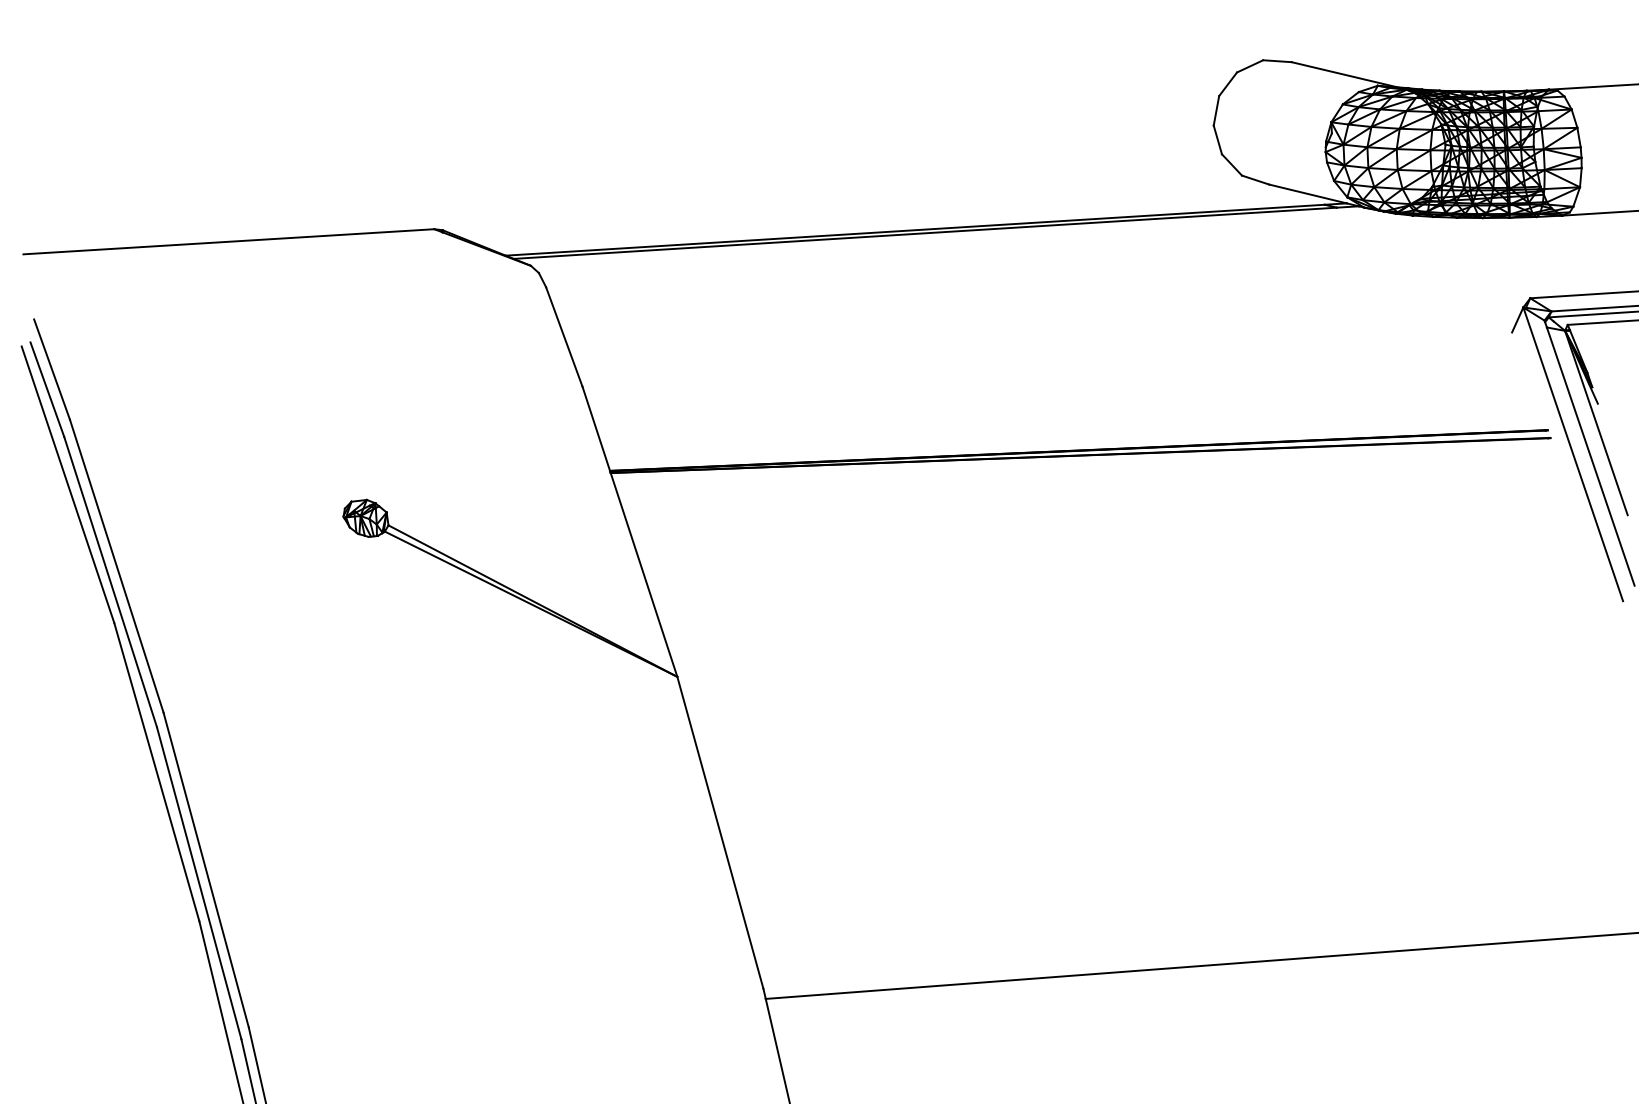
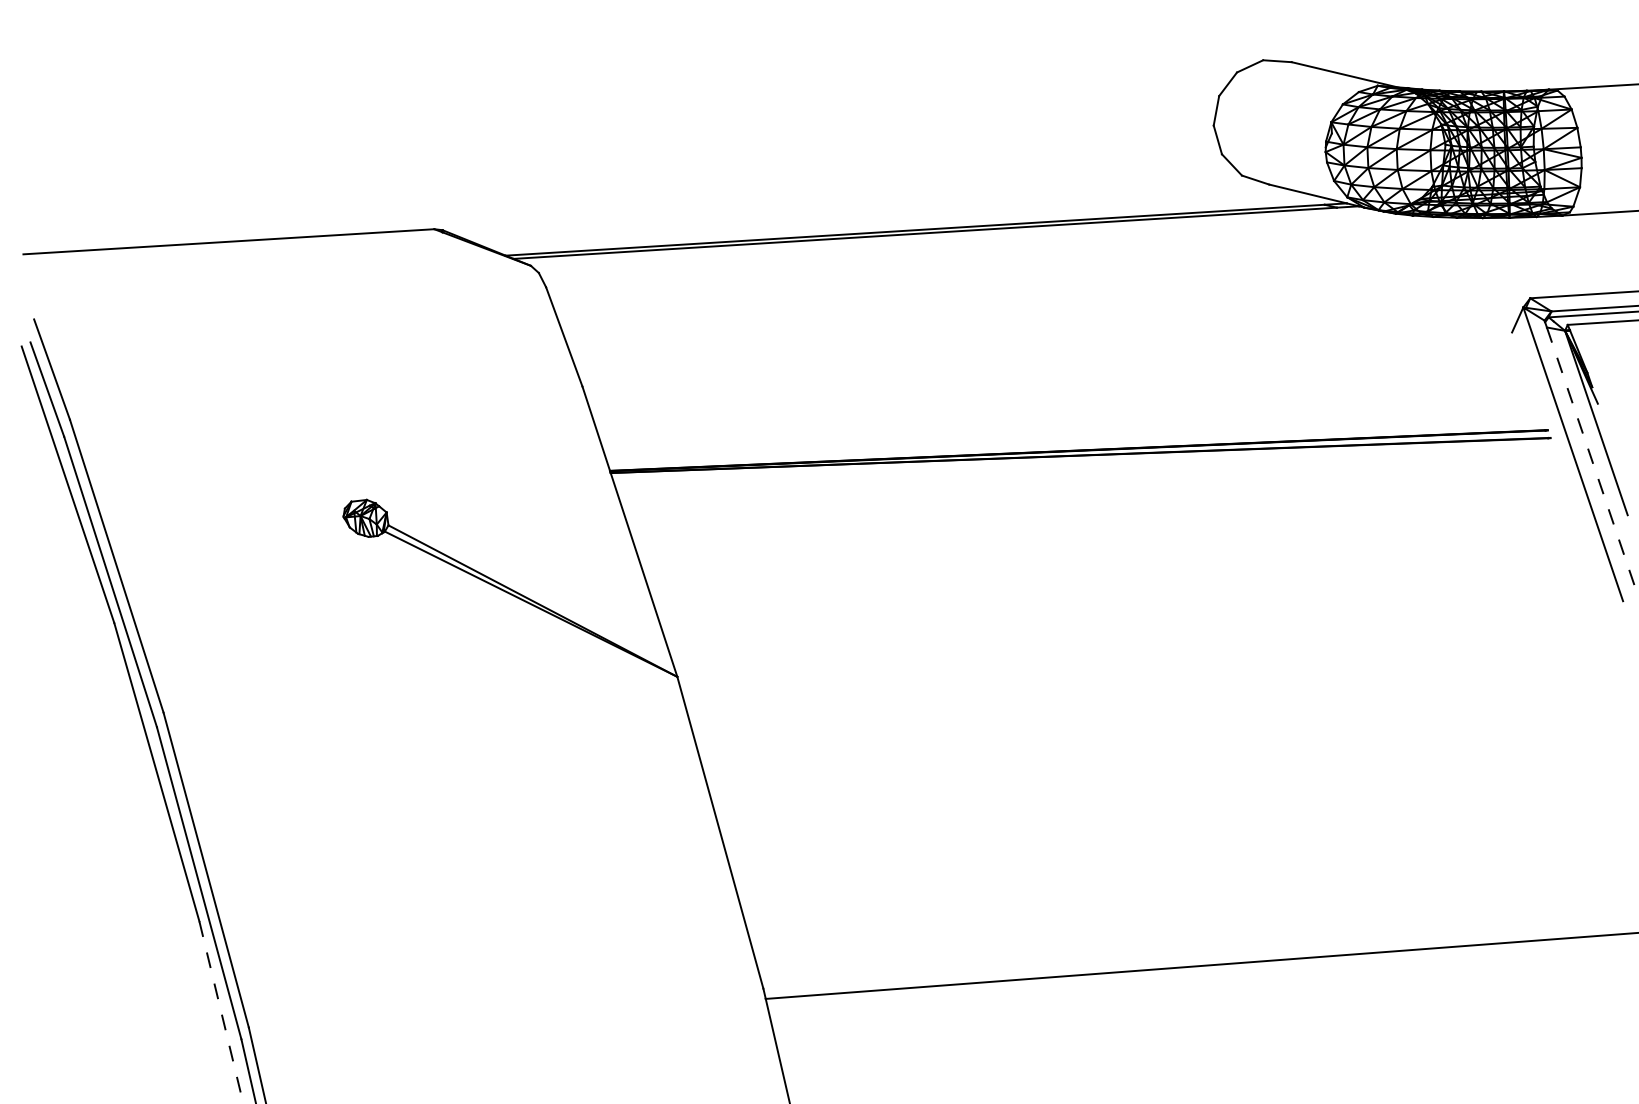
line at (1590, 457): solid -> dashed
line at (221, 1012): solid -> dashed
